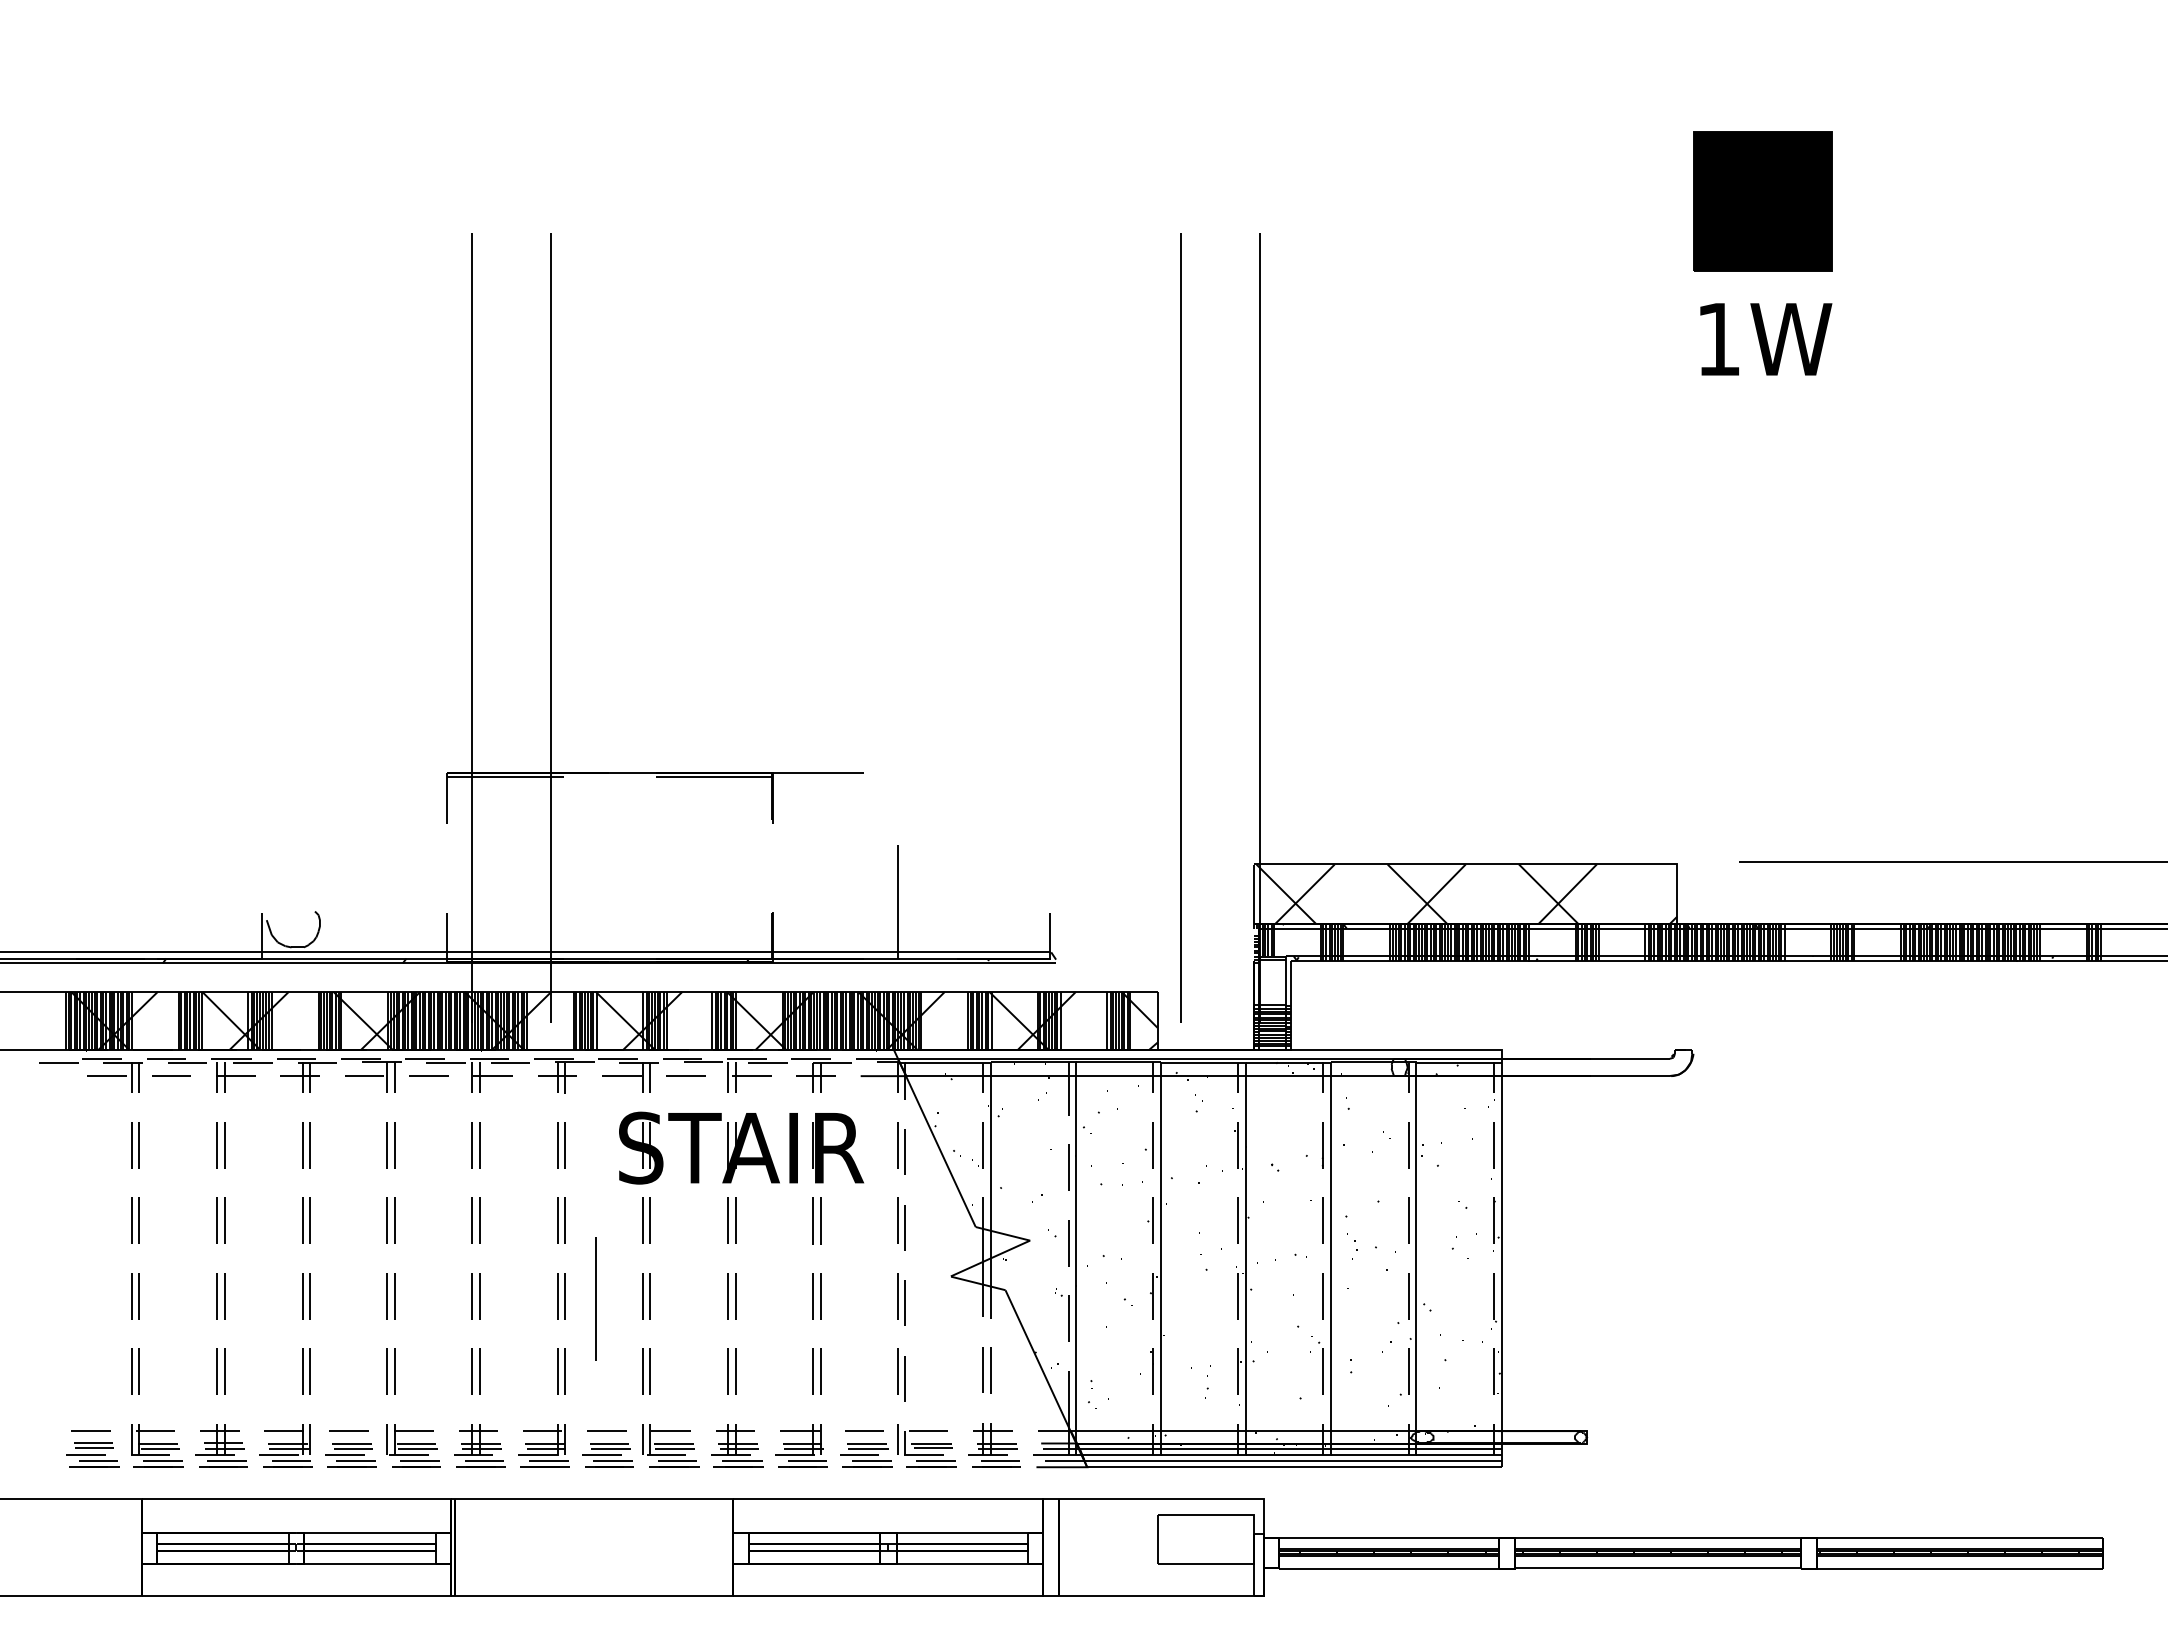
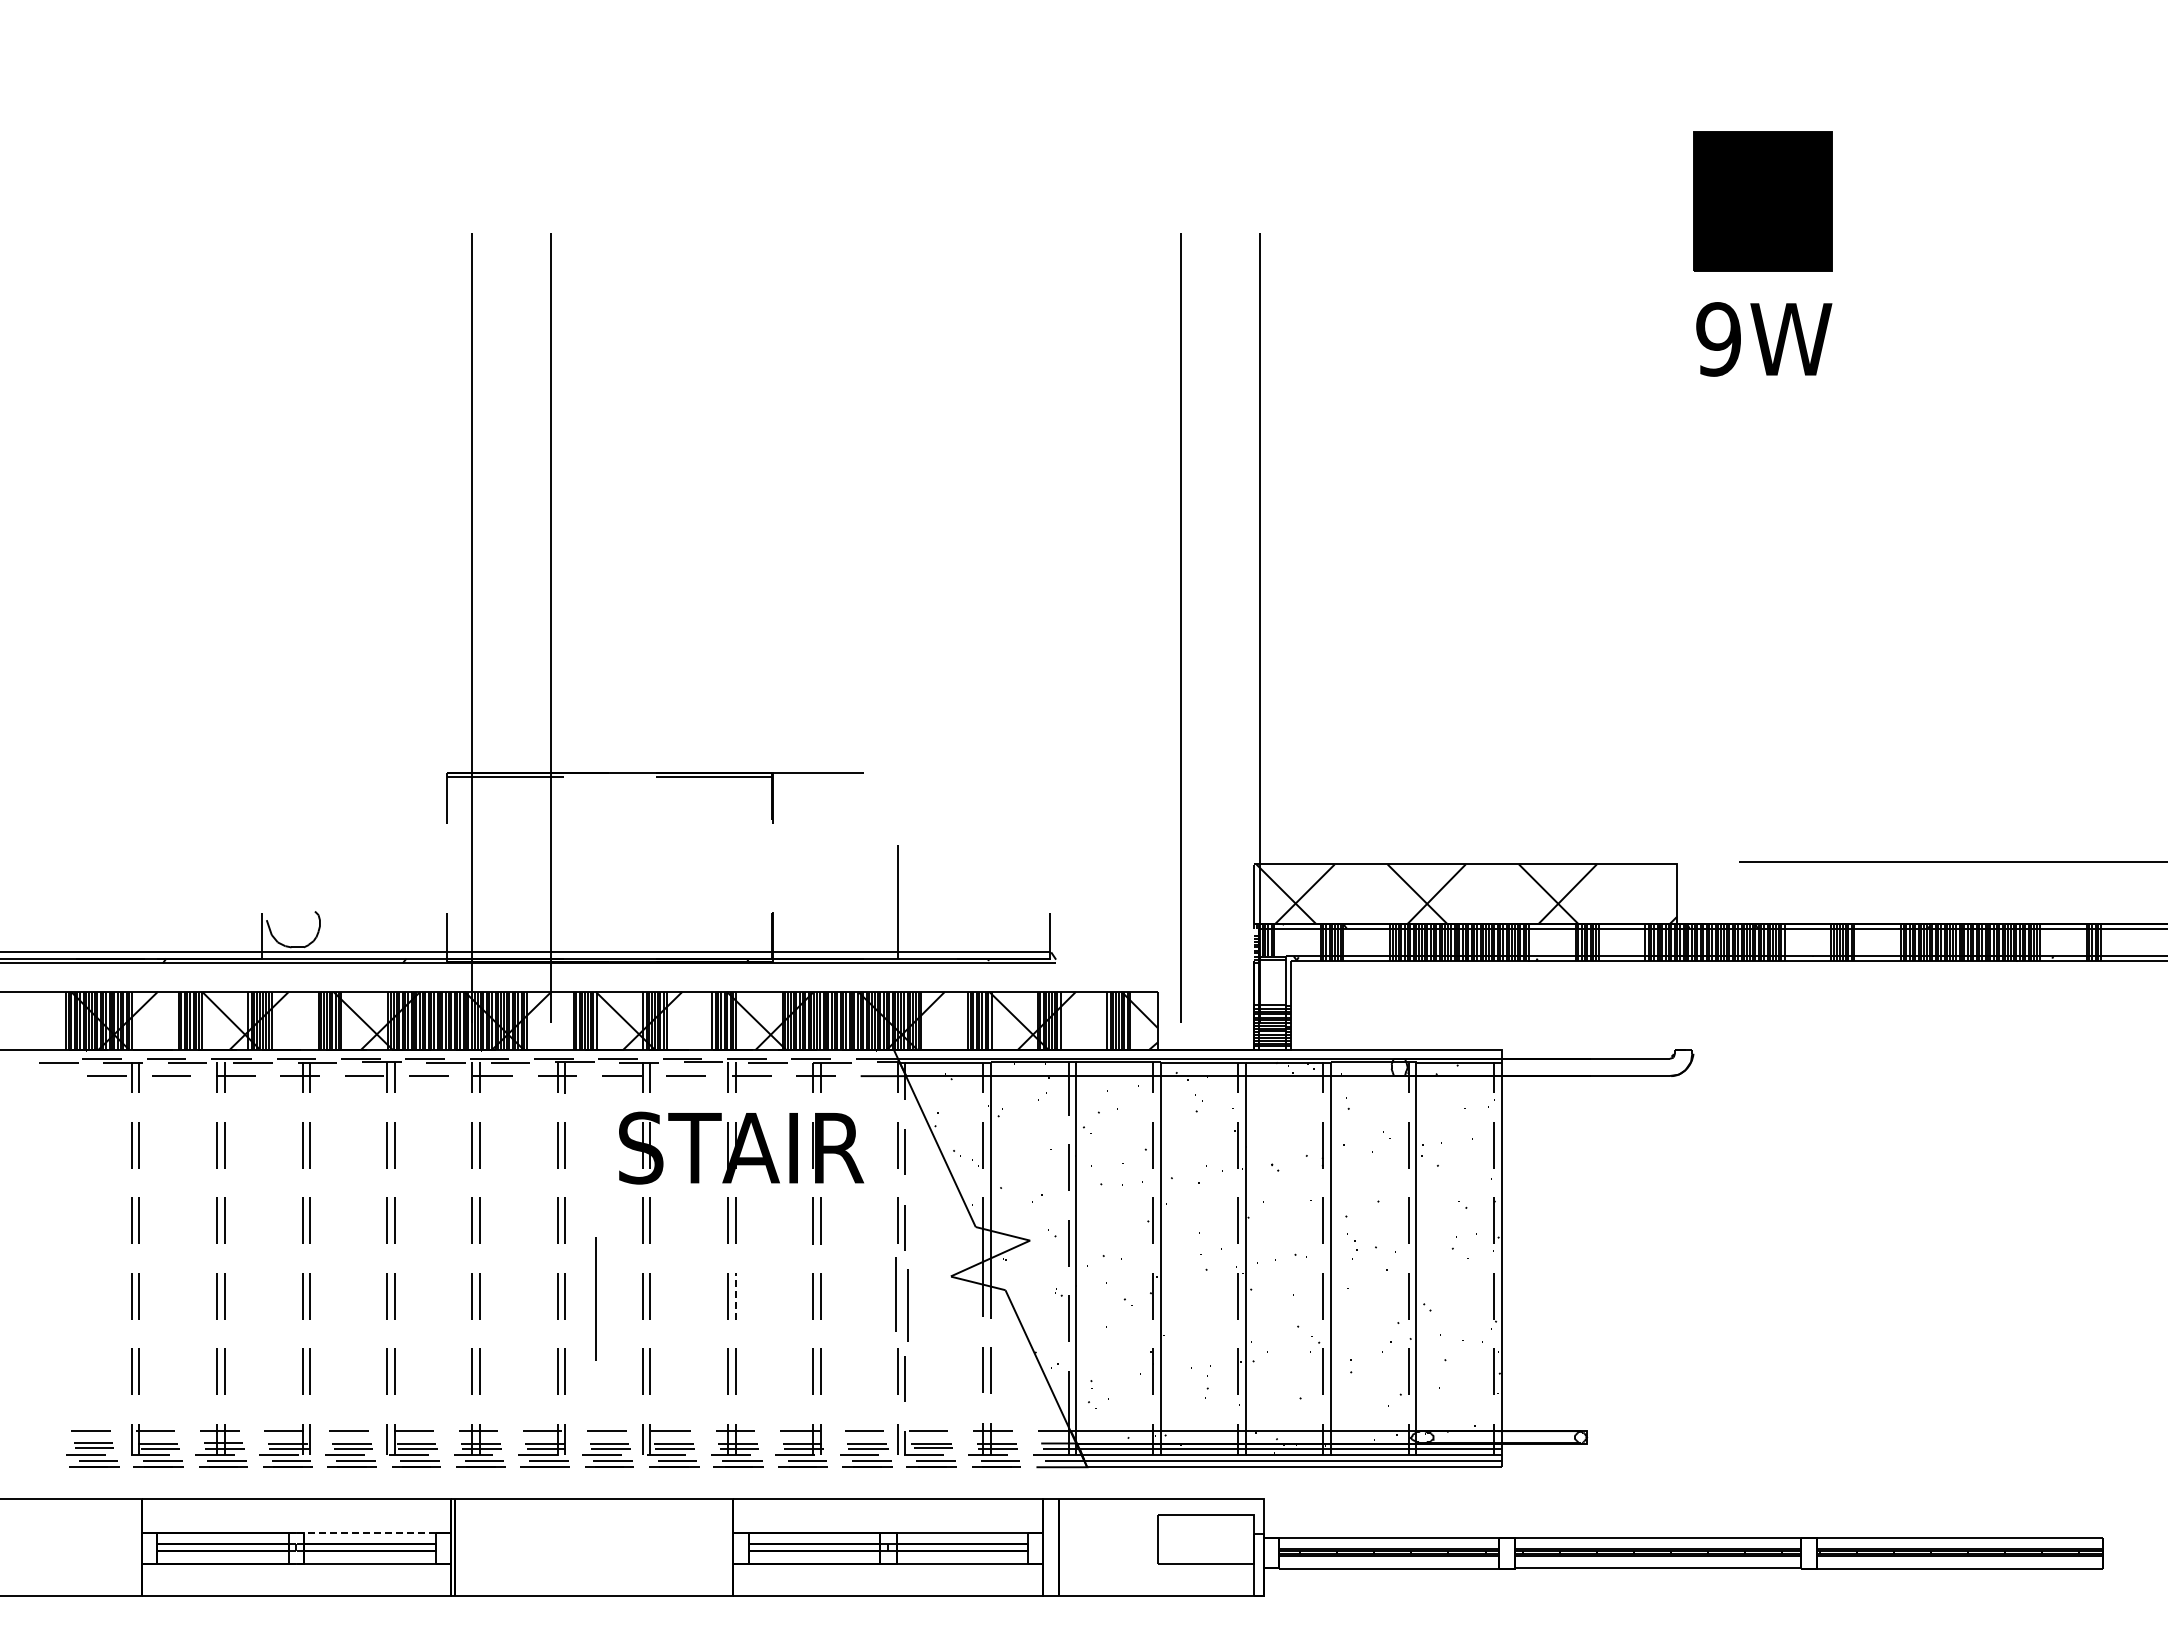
text at (1718, 339): 1W -> 9W
line at (735, 1296): solid -> dashed
part at (901, 1299) size: 9x53 px -> 14x85 px
line at (366, 1532): solid -> dashed
